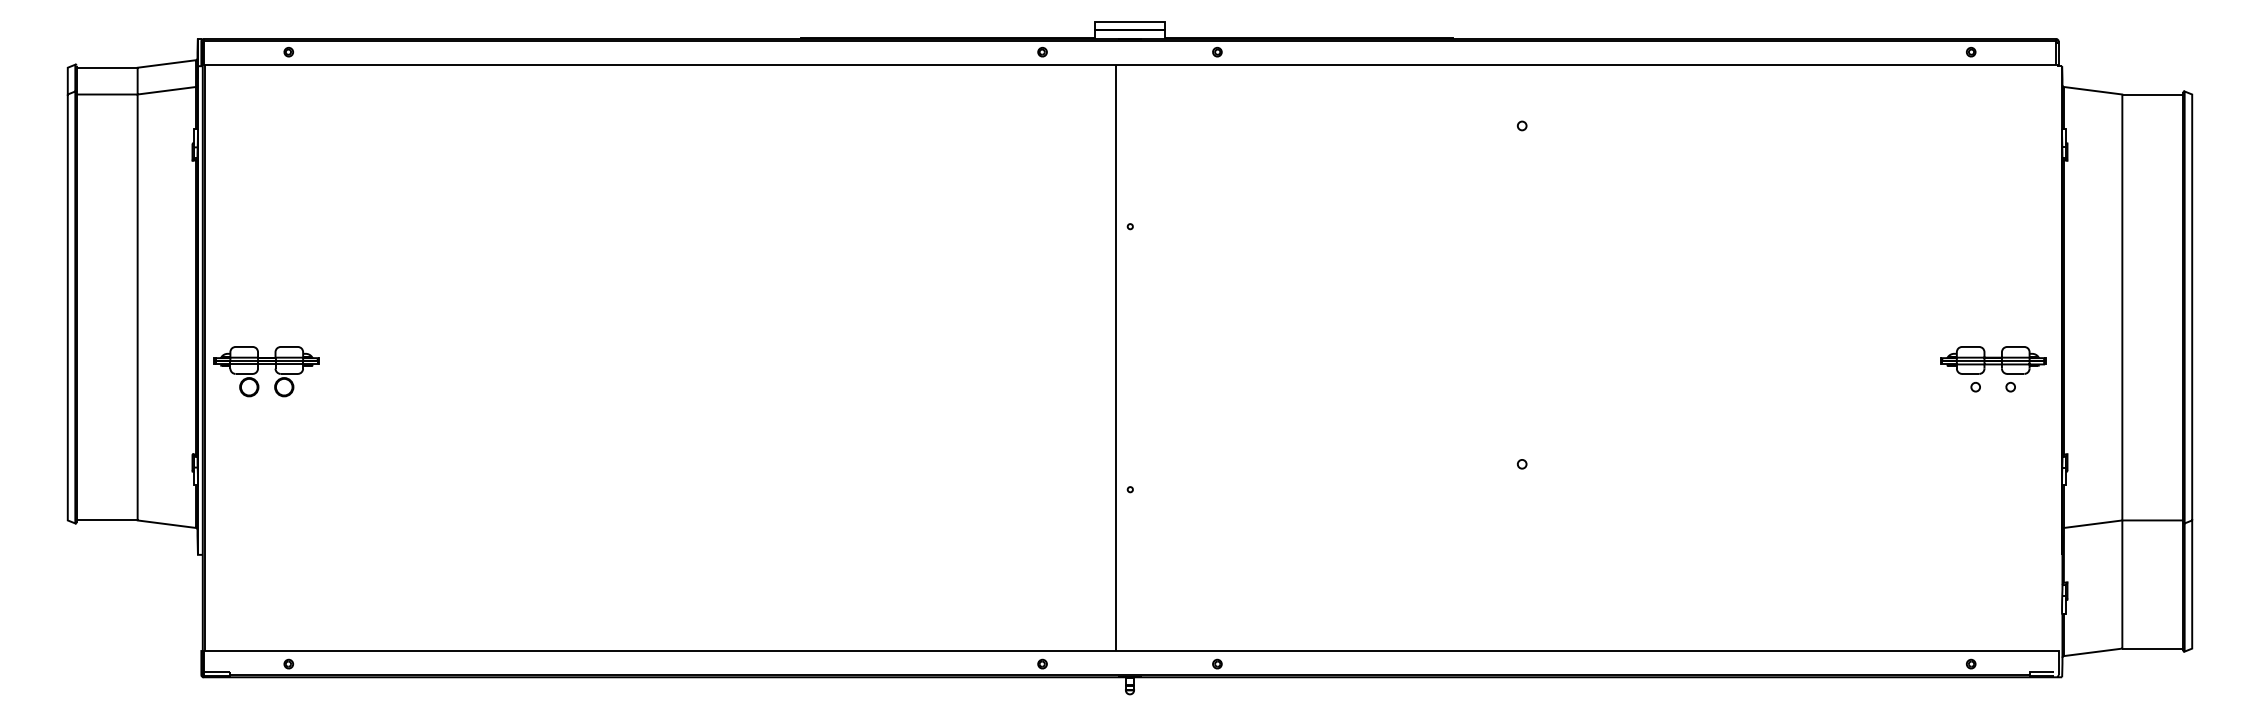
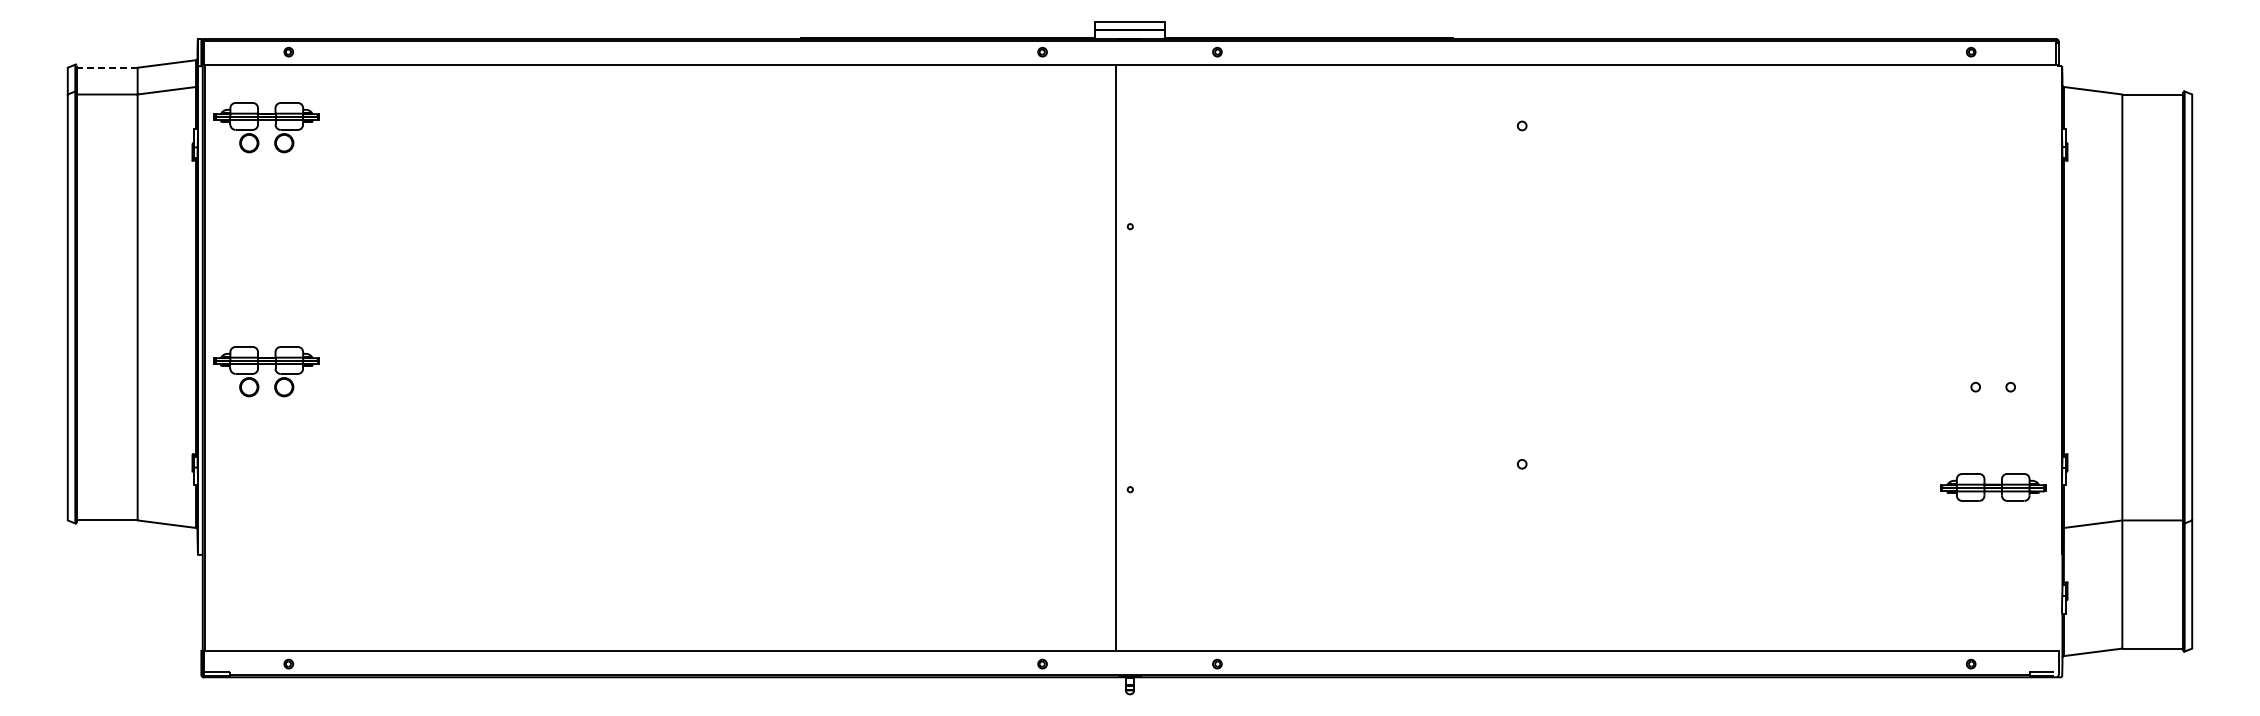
line at (107, 67): solid -> dashed
part at (266, 120): none -> present
part at (1993, 360) position: (1993, 360) -> (1993, 487)
